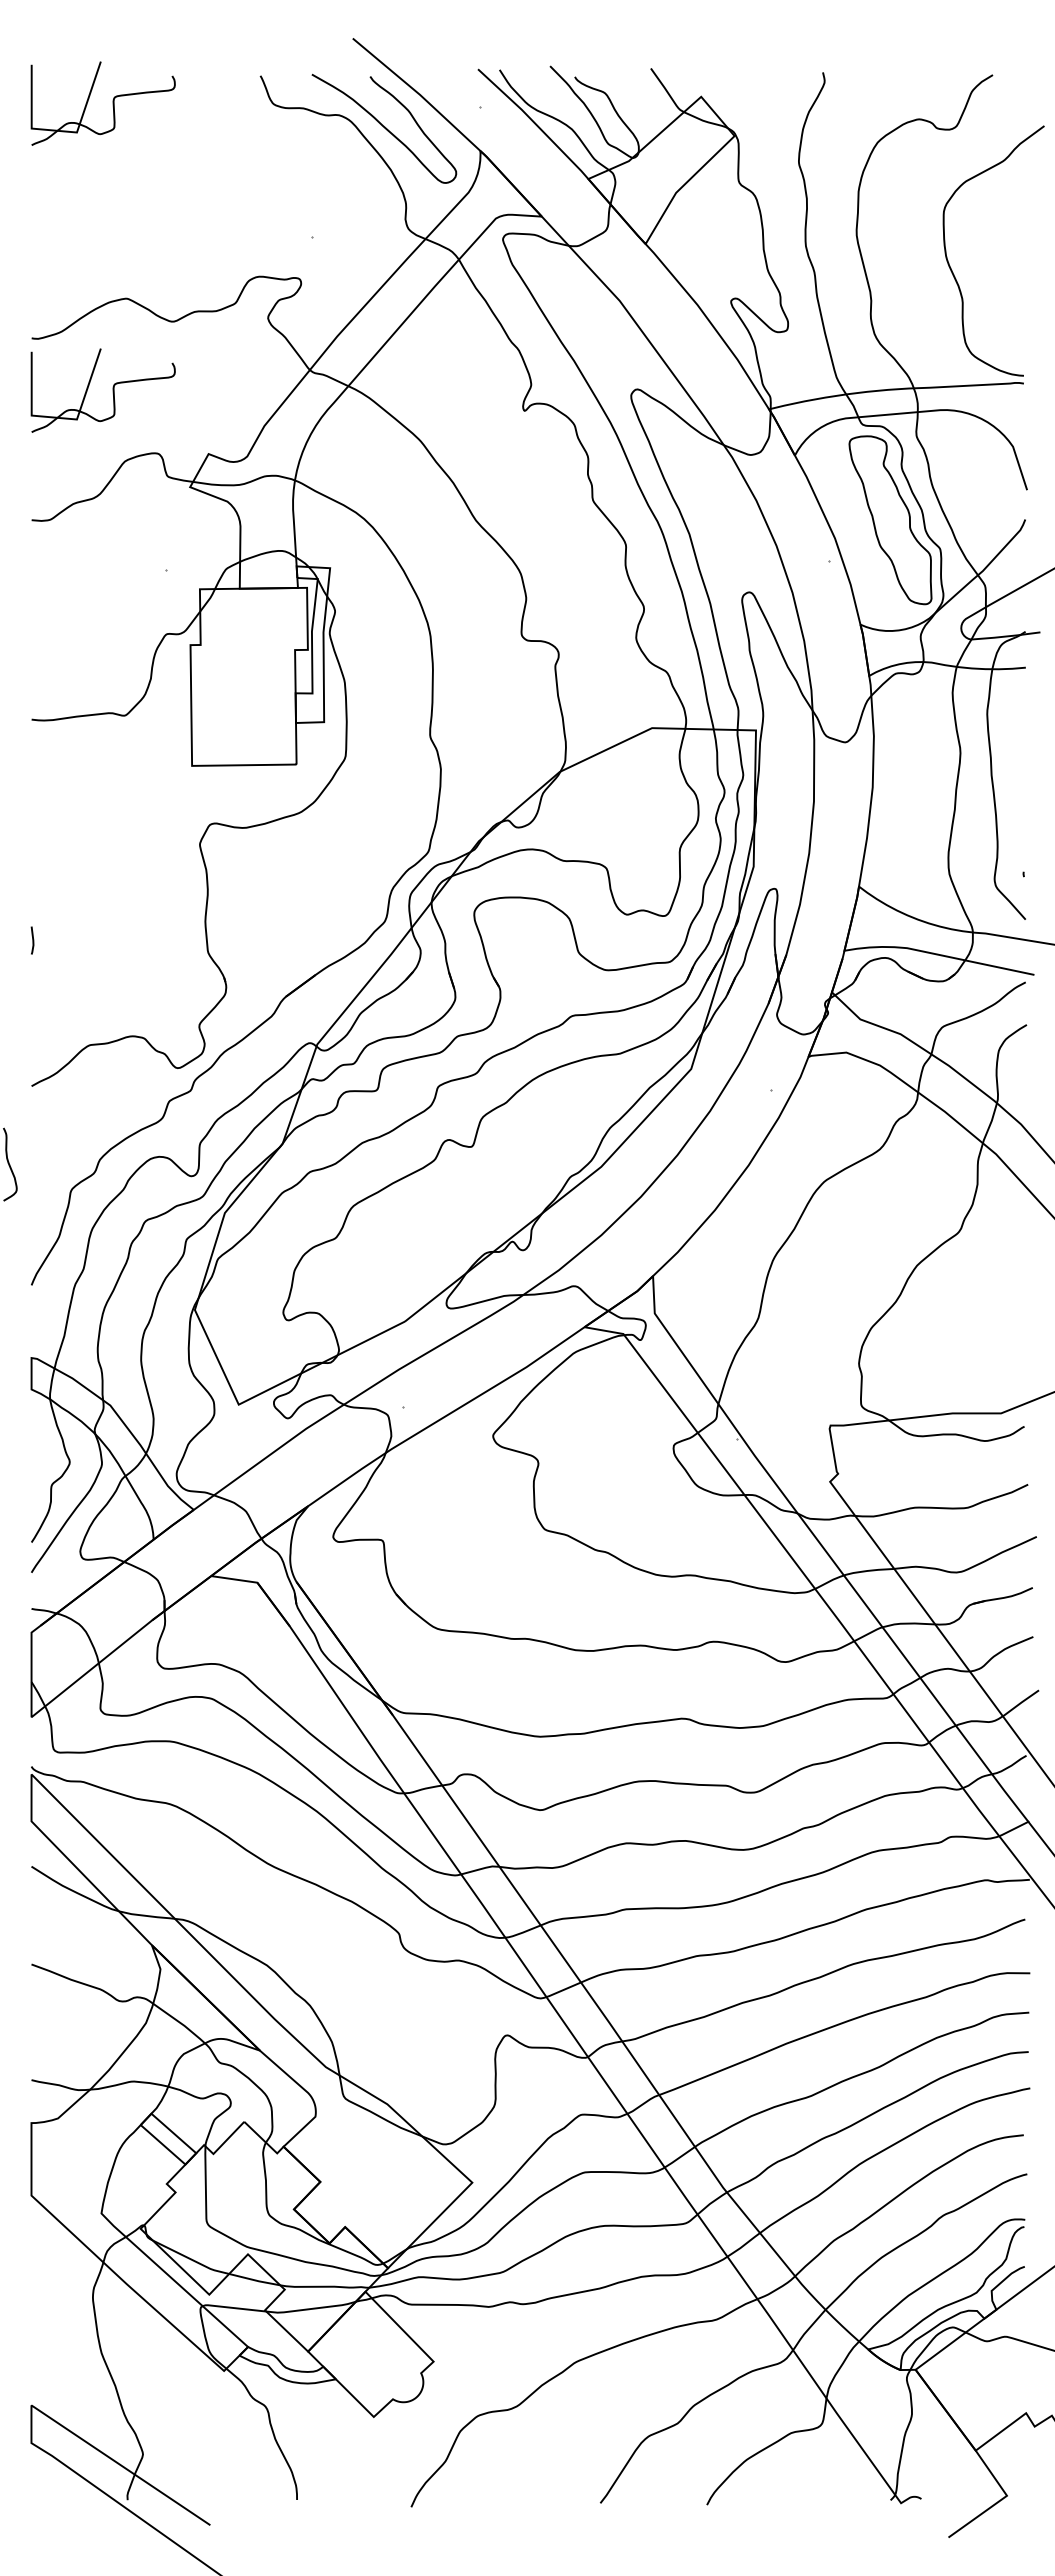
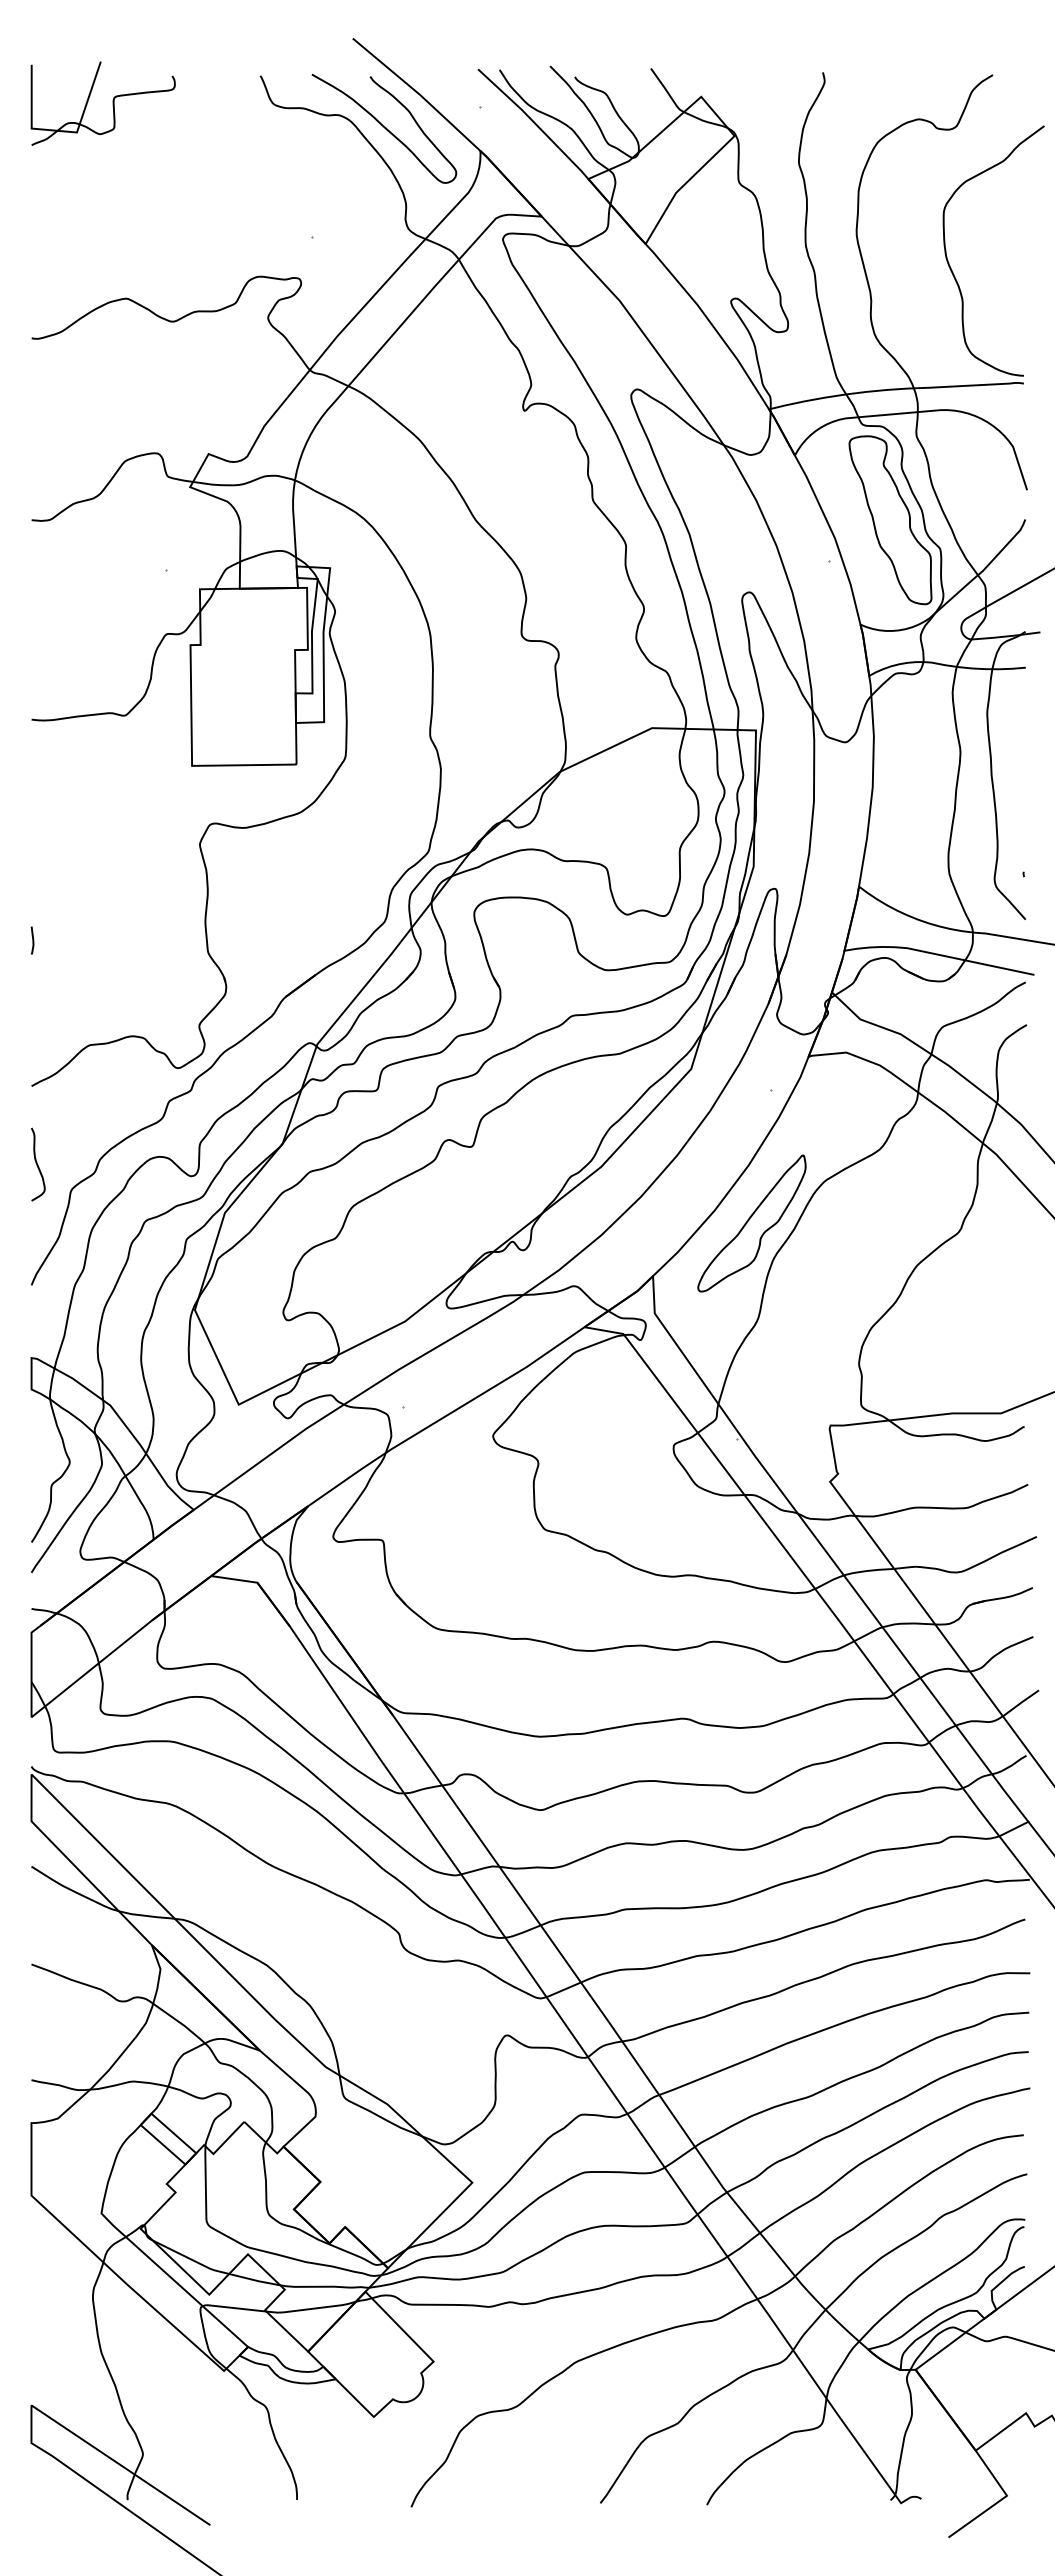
part at (112, 390): present -> none
curve at (10, 1164) position: (10, 1164) -> (38, 1164)
part at (751, 1223): none -> present
